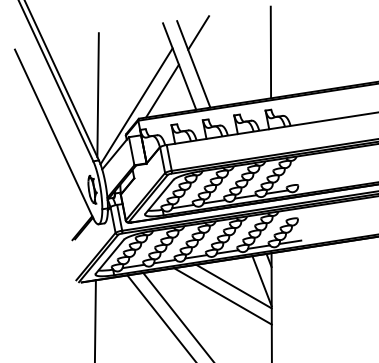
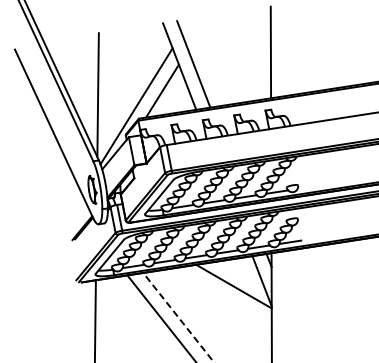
line at (198, 32): present -> none
line at (222, 296): present -> none
line at (178, 317): solid -> dashed
